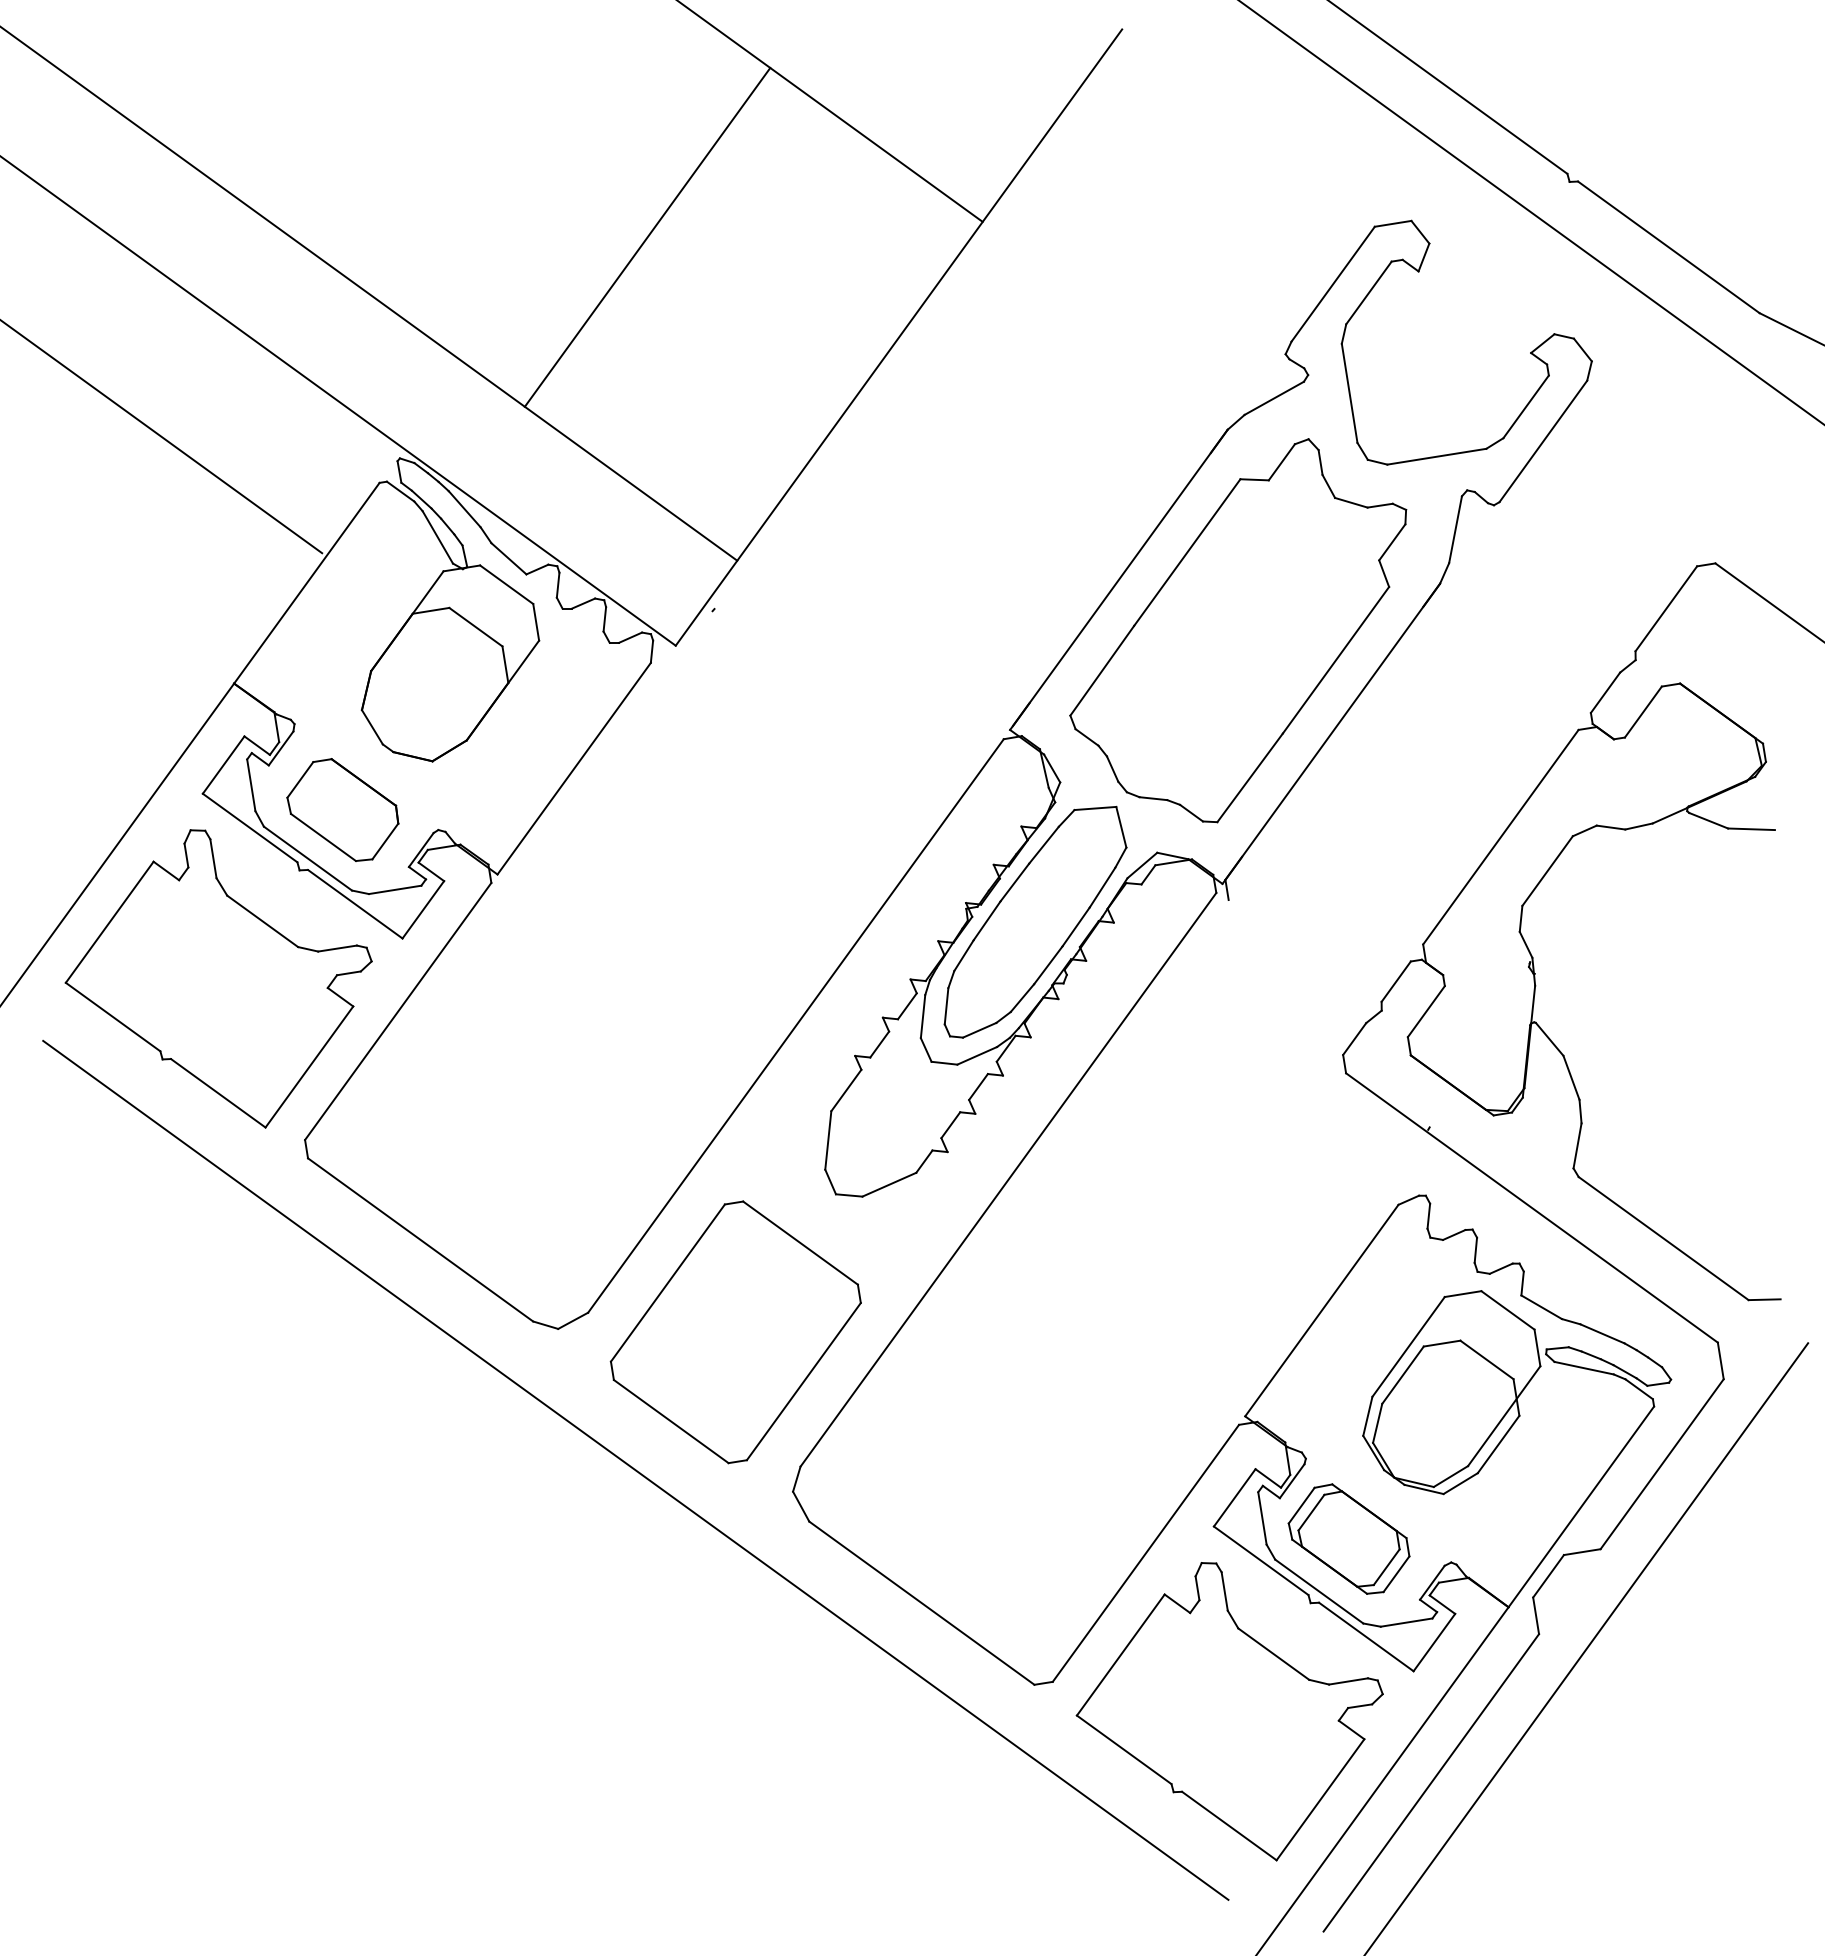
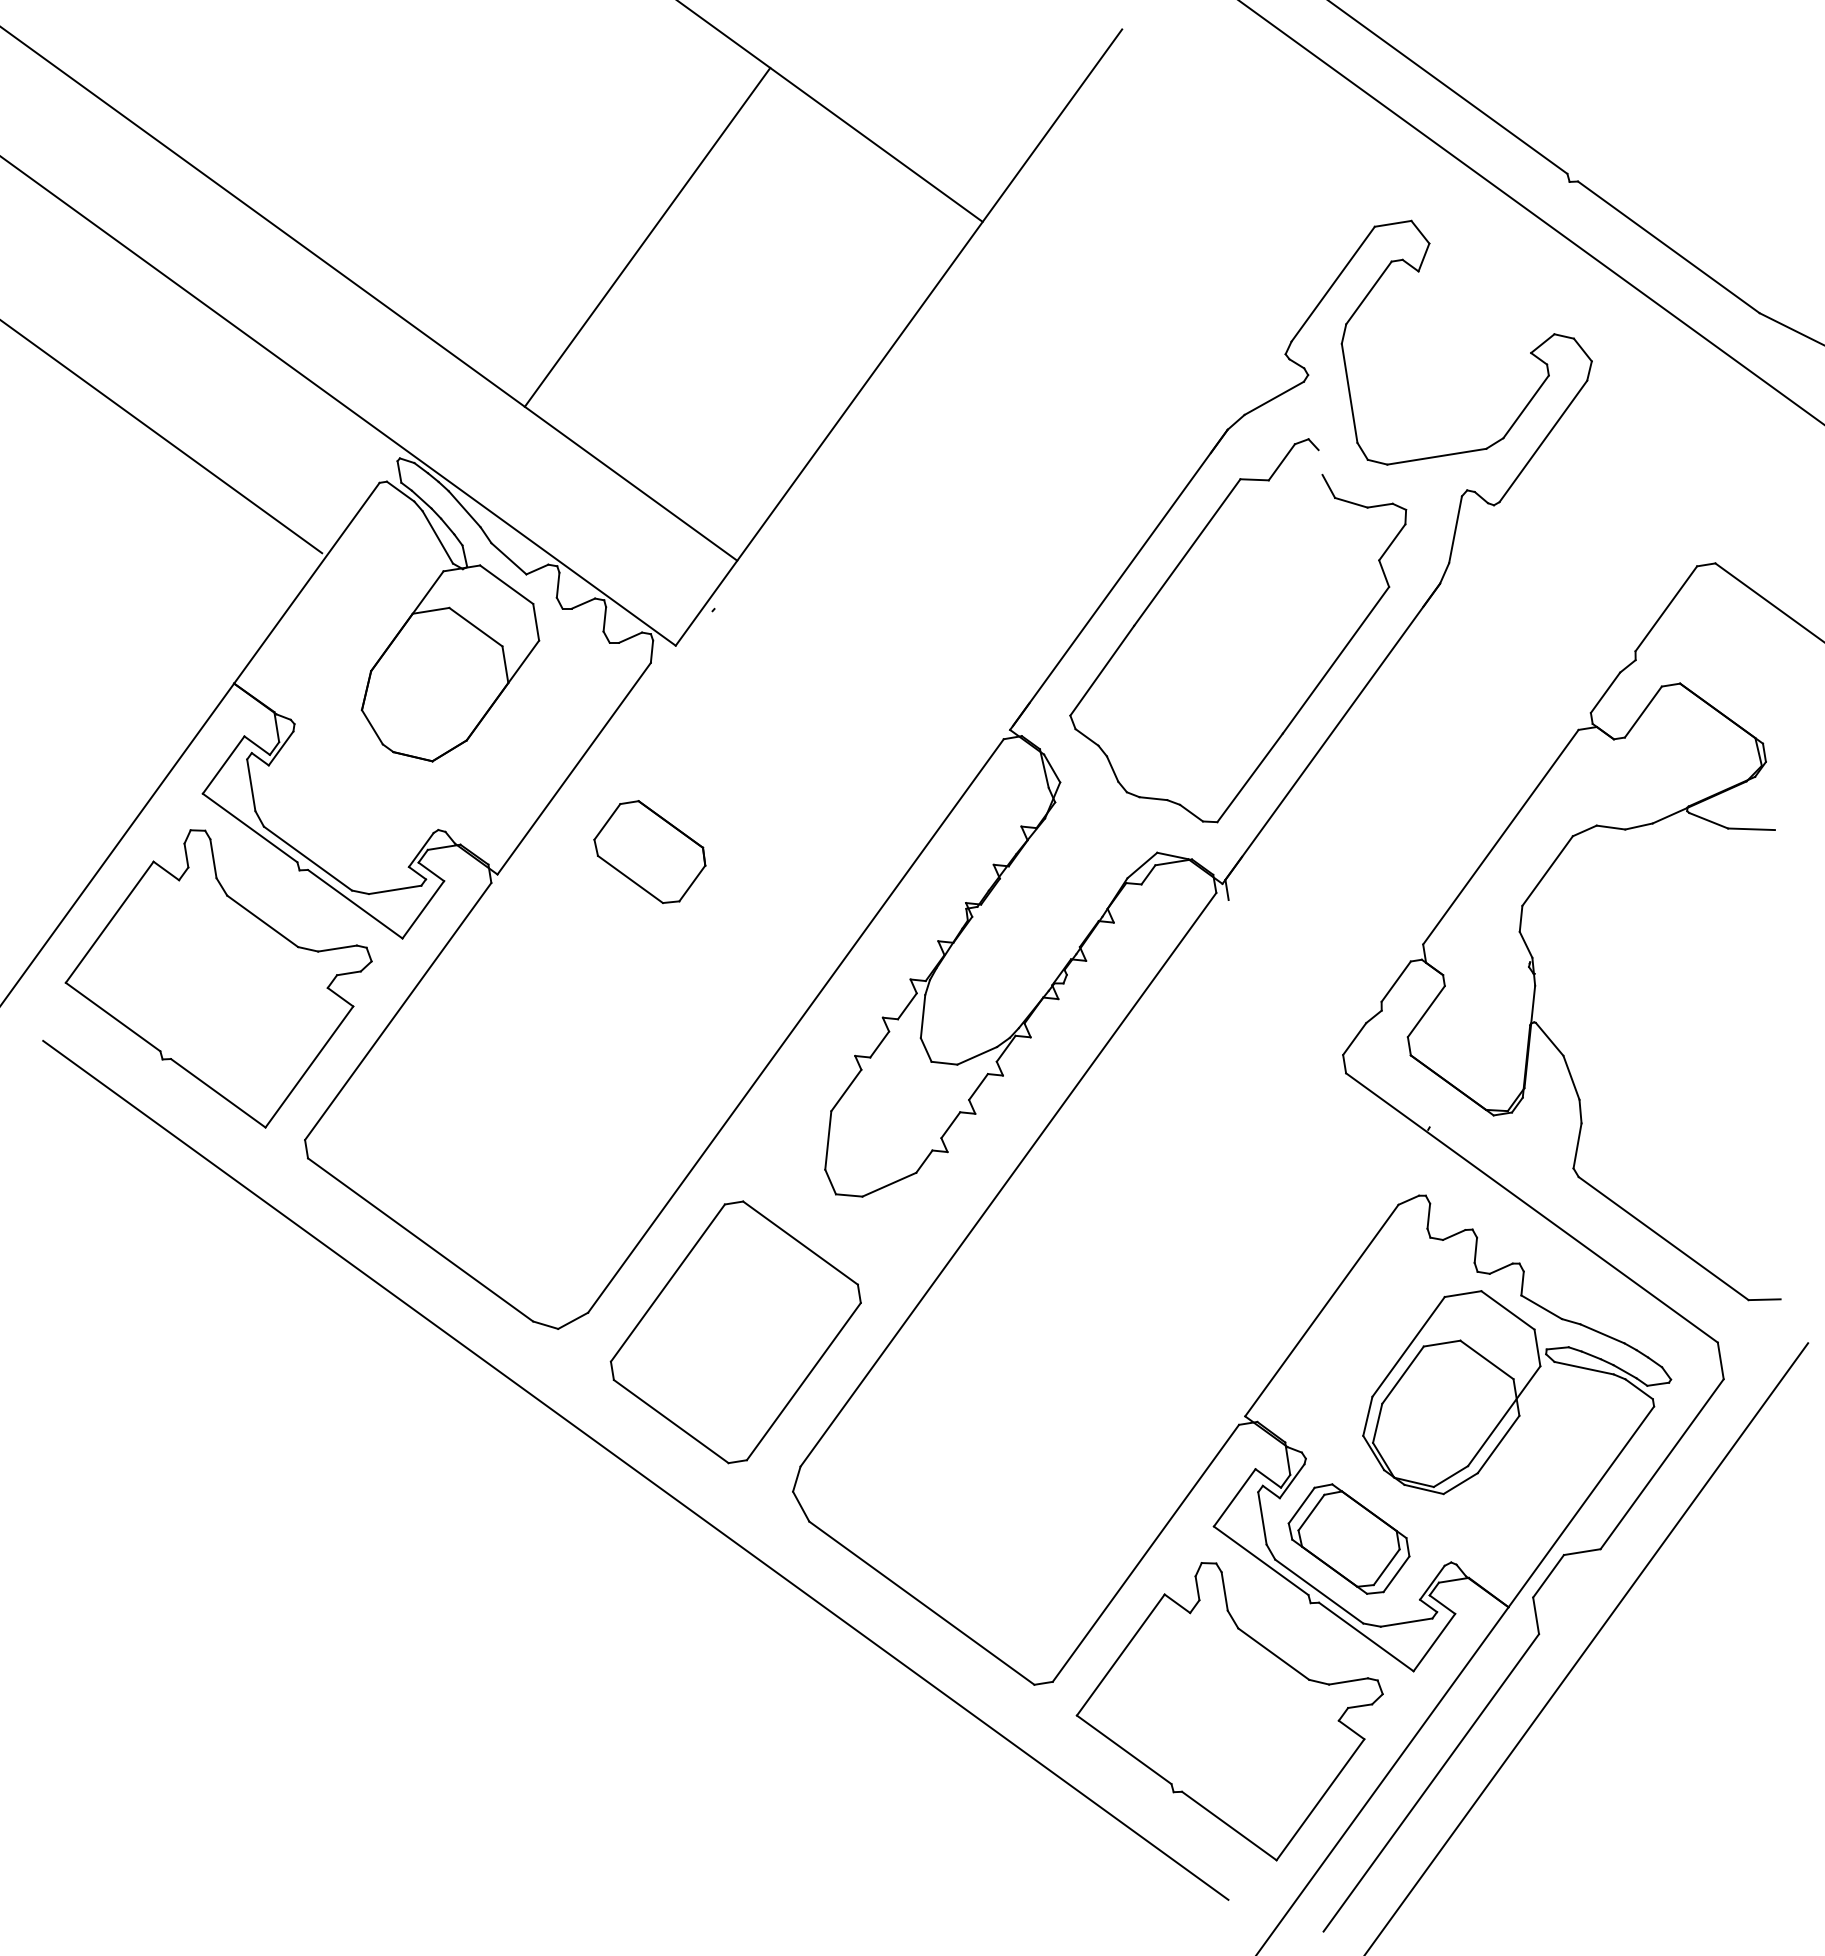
line at (1320, 462): present -> none
part at (342, 809) position: (342, 809) -> (649, 851)
part at (1035, 921): present -> none
